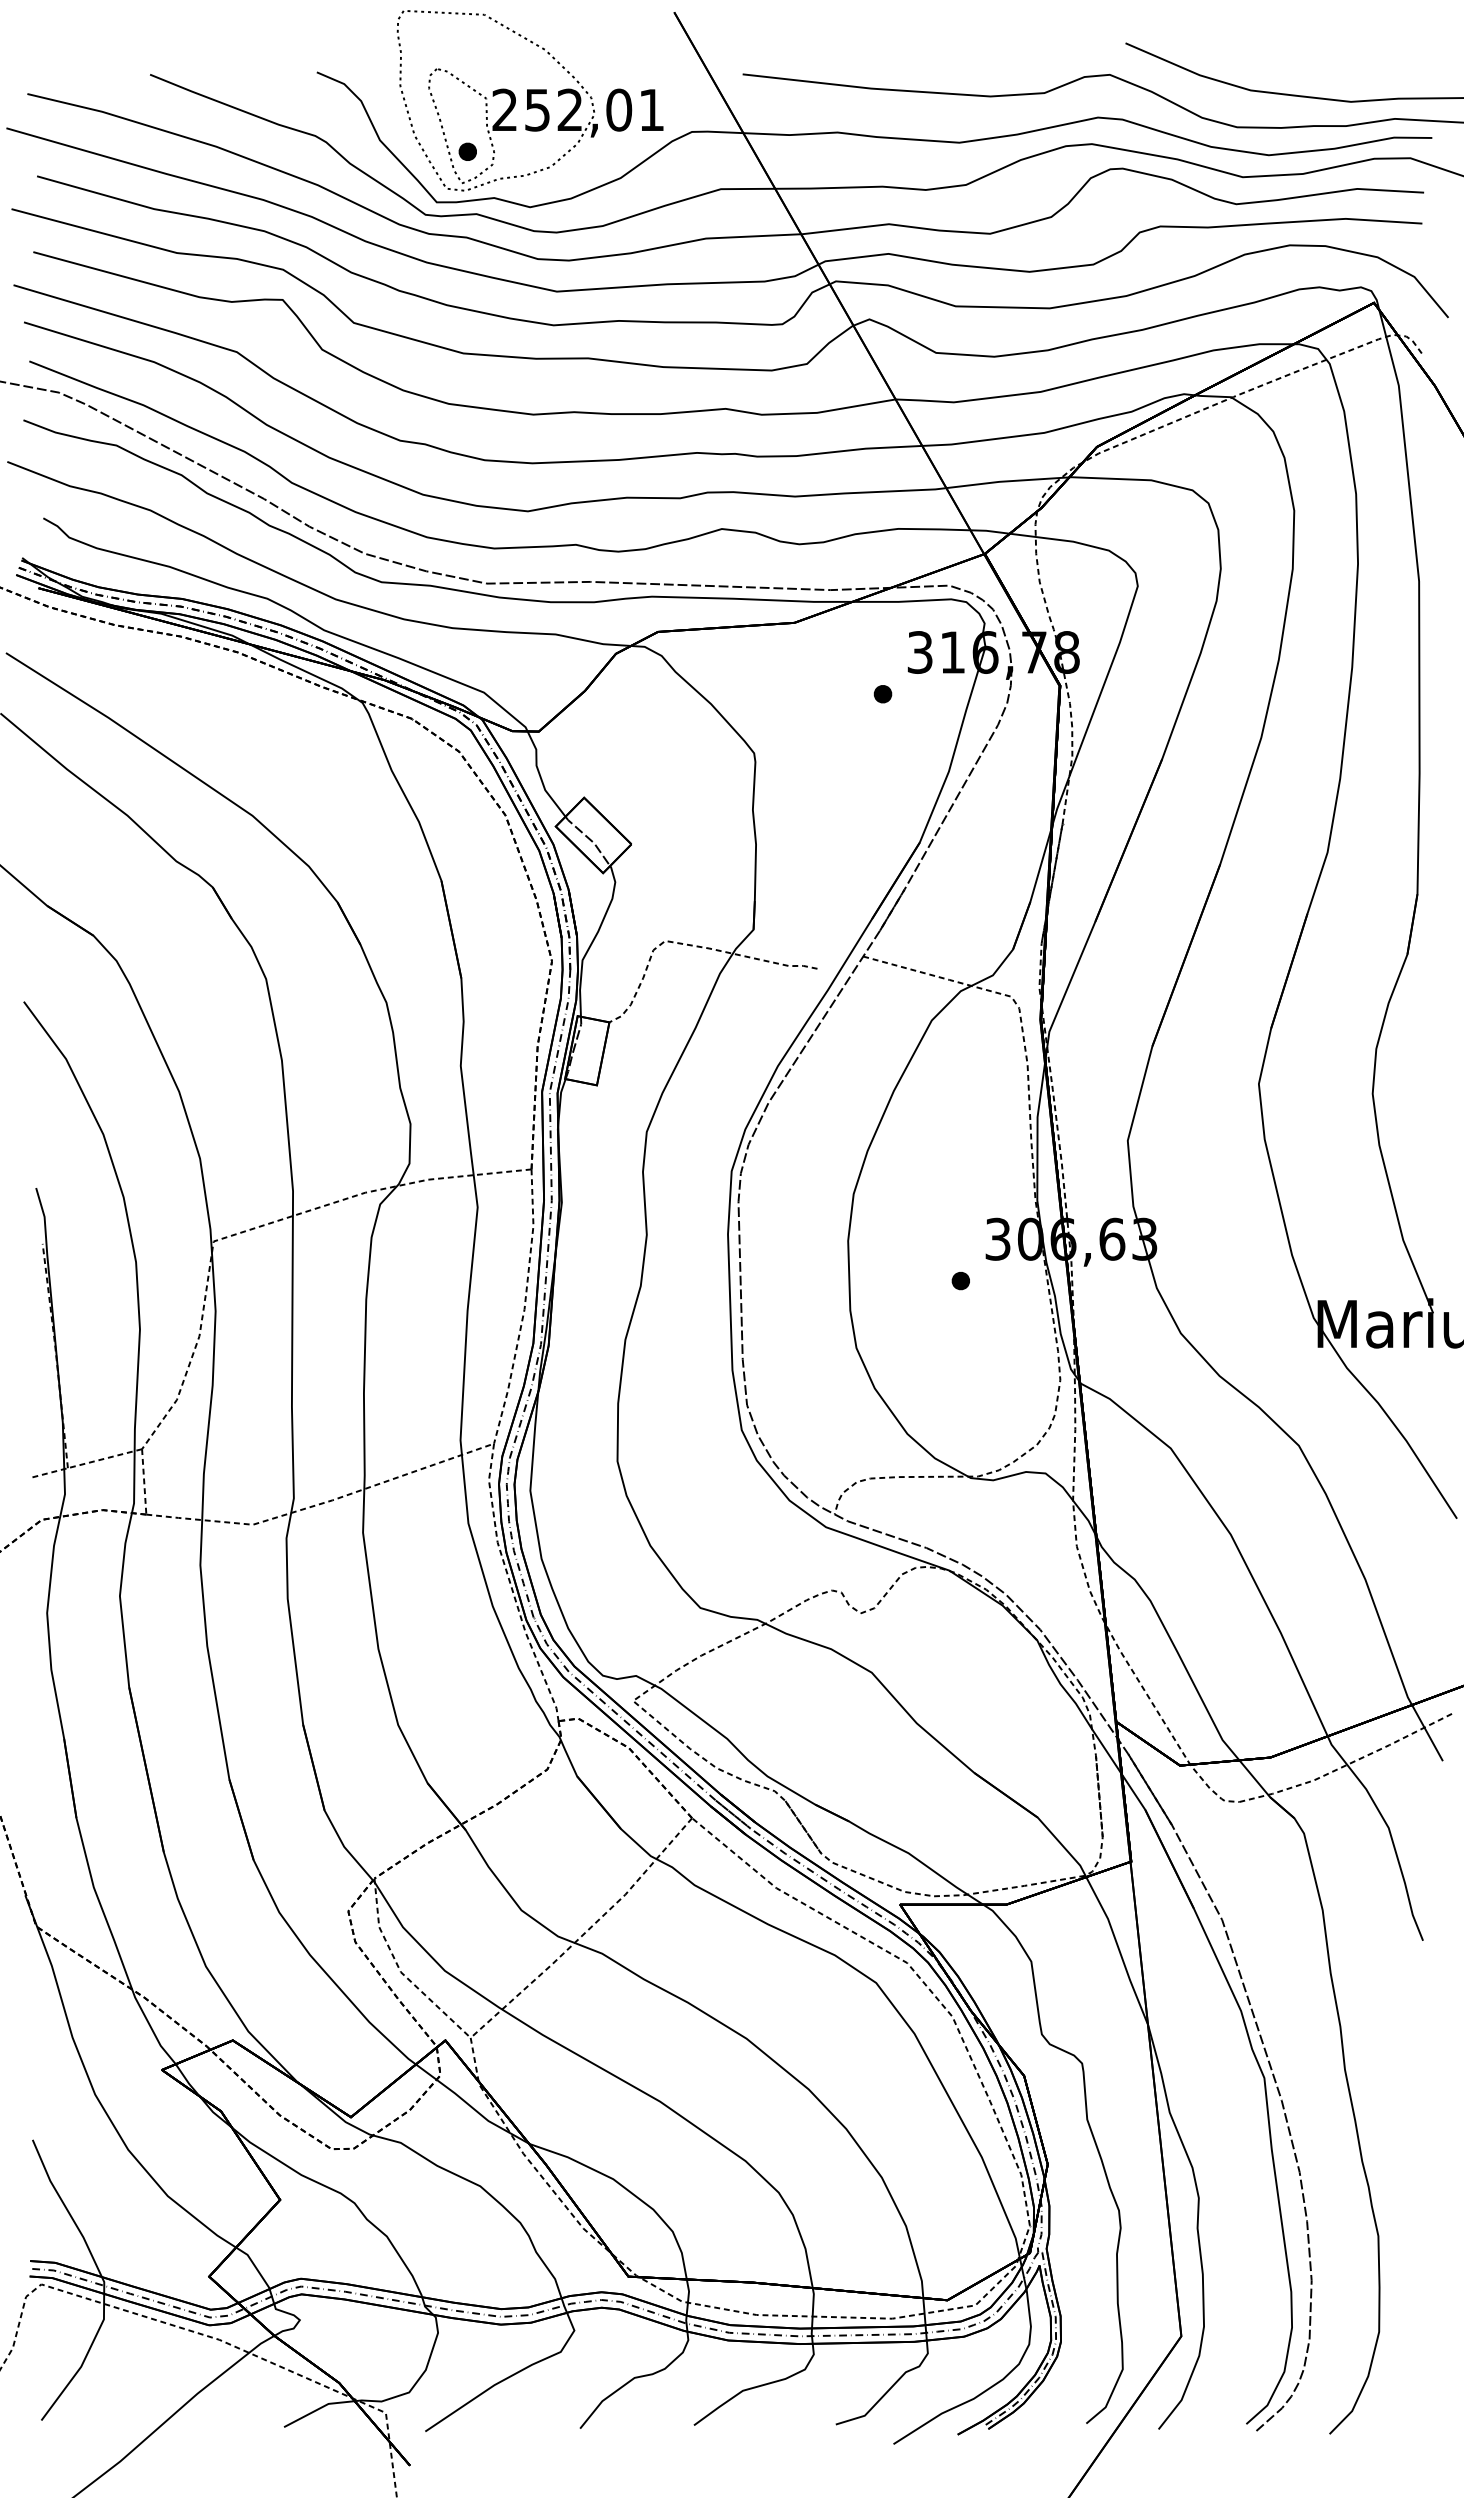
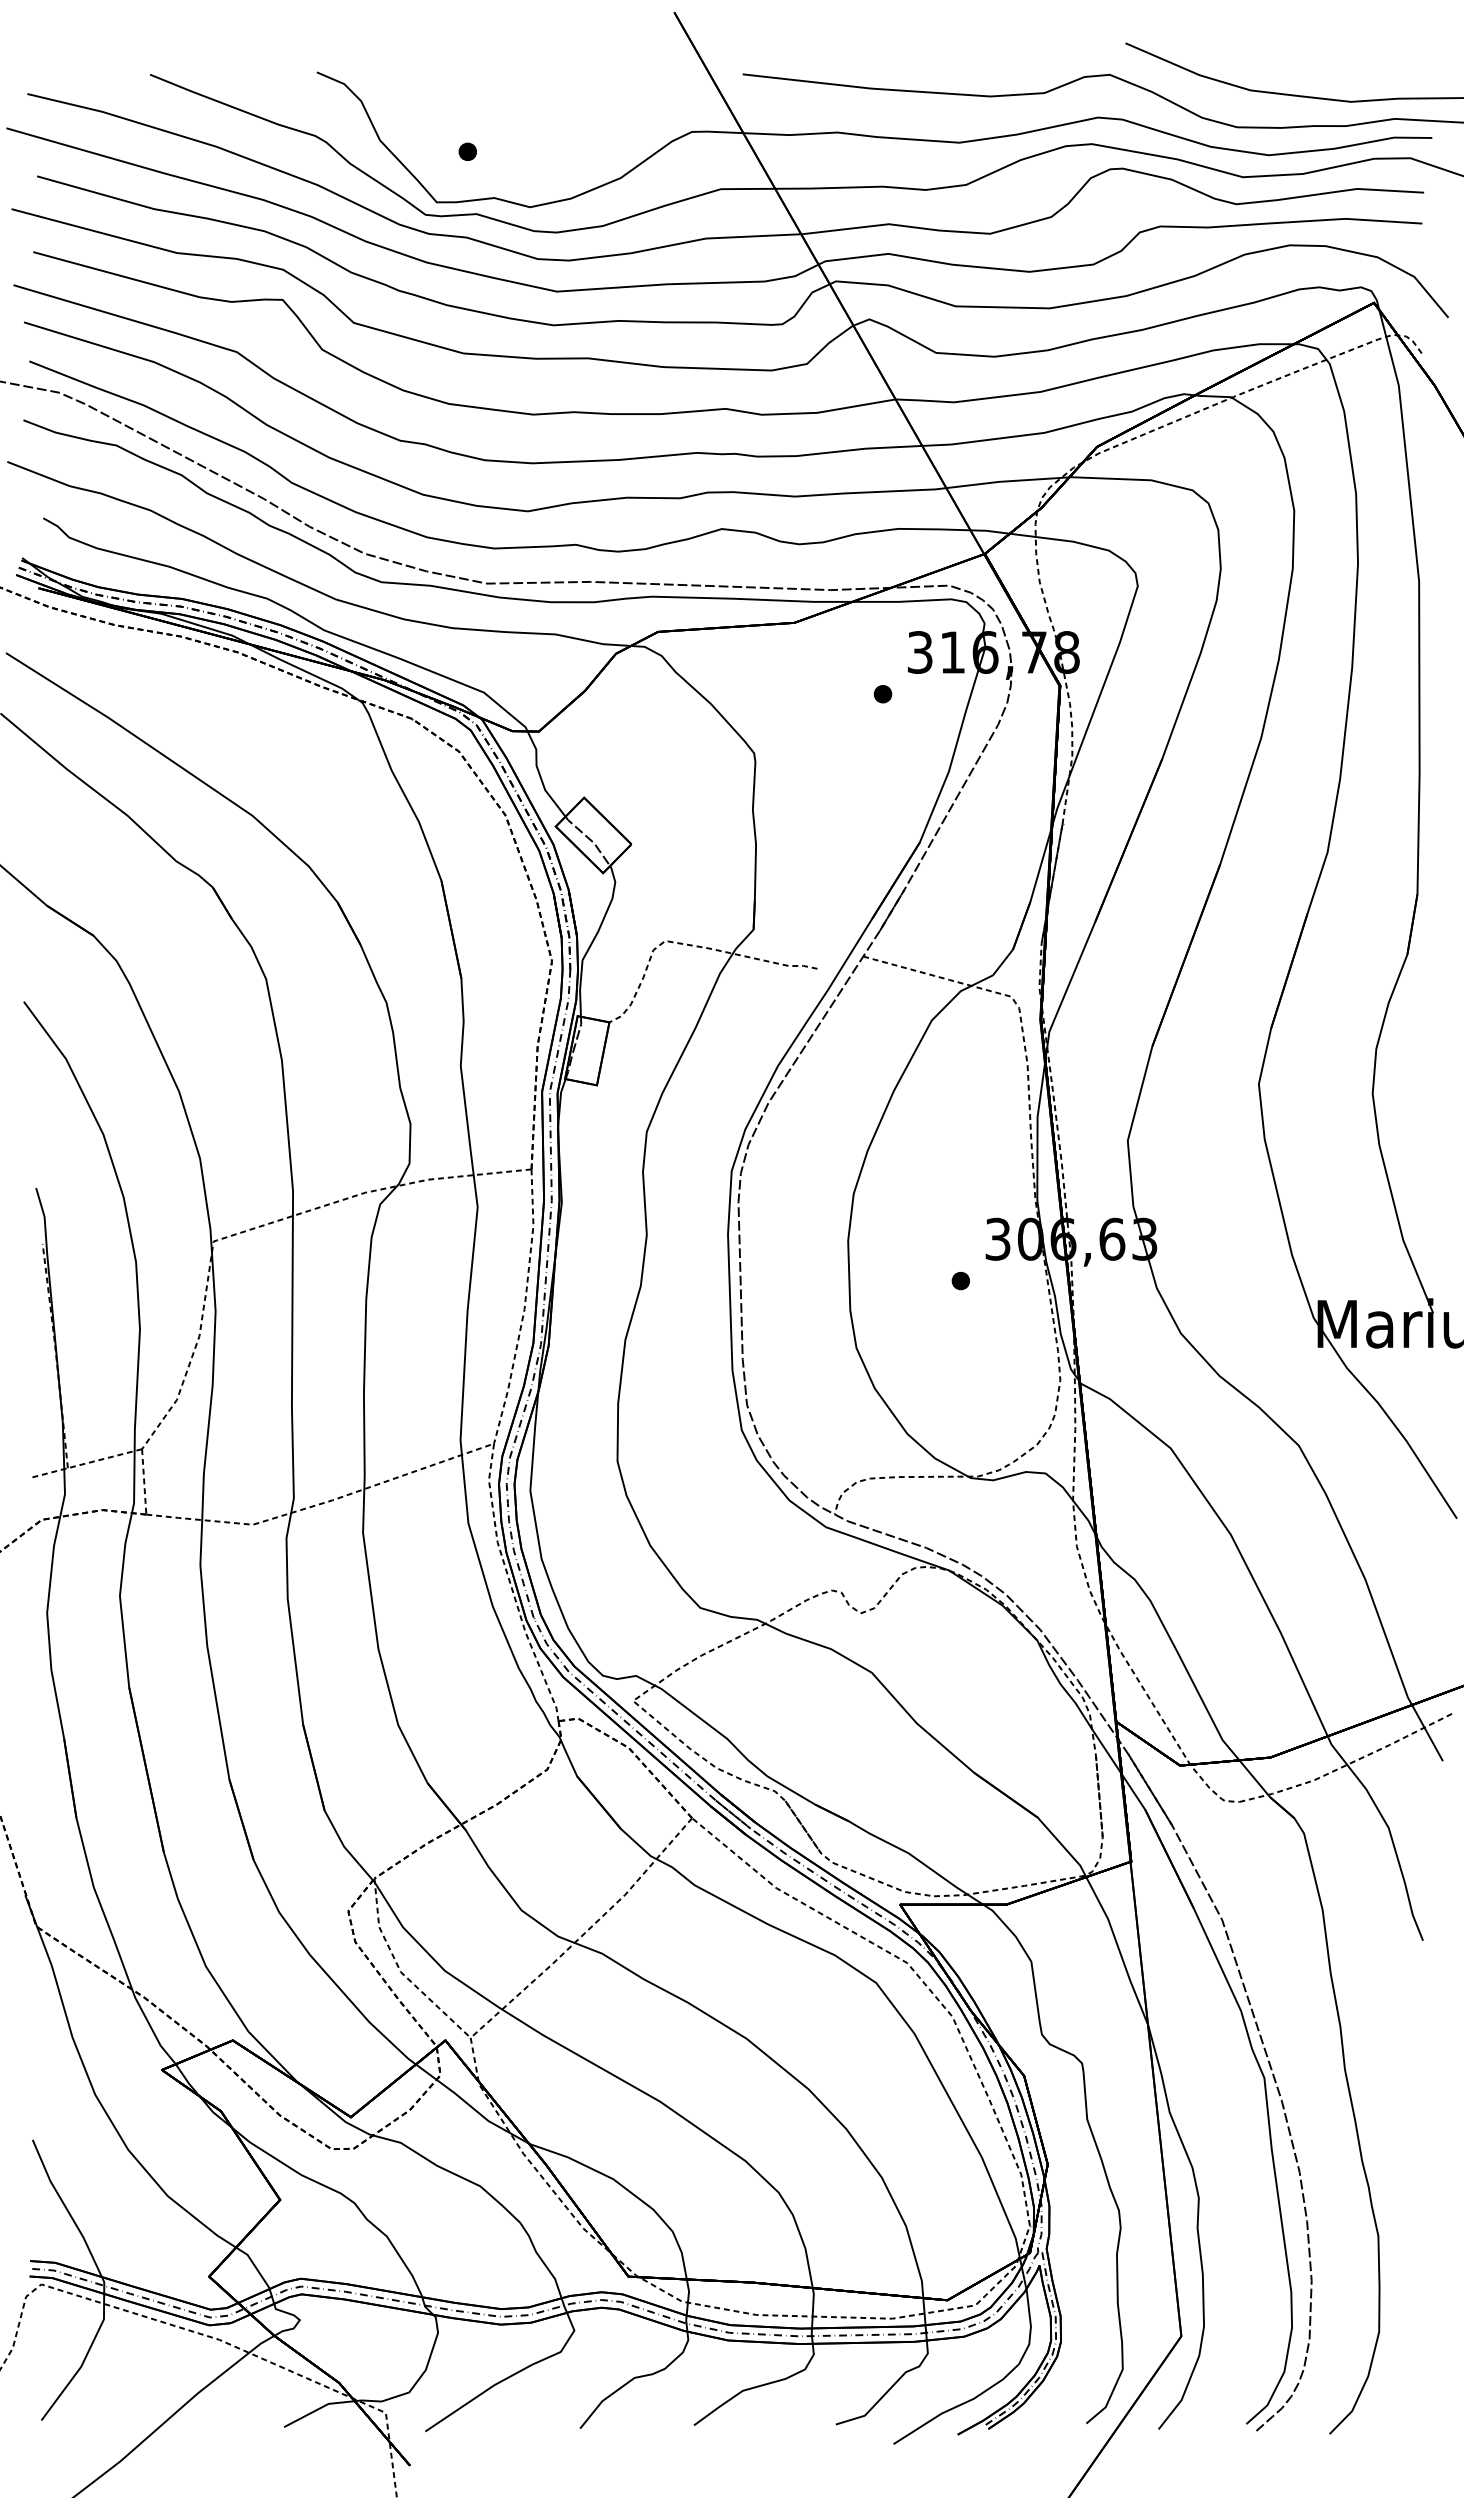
part at (529, 100): present -> none
